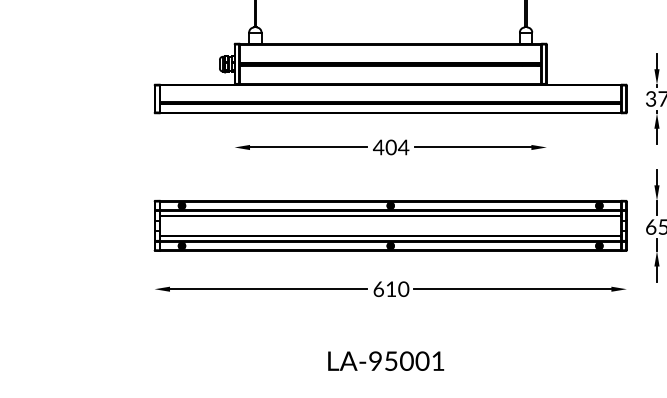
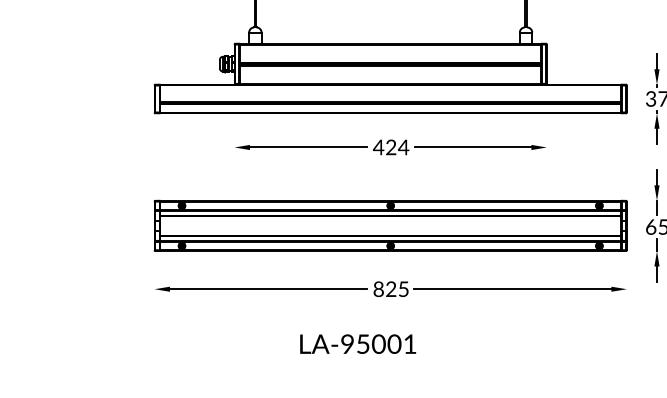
text at (390, 147): 404 -> 424
text at (391, 288): 610 -> 825
text at (386, 360) position: (386, 360) -> (358, 343)
